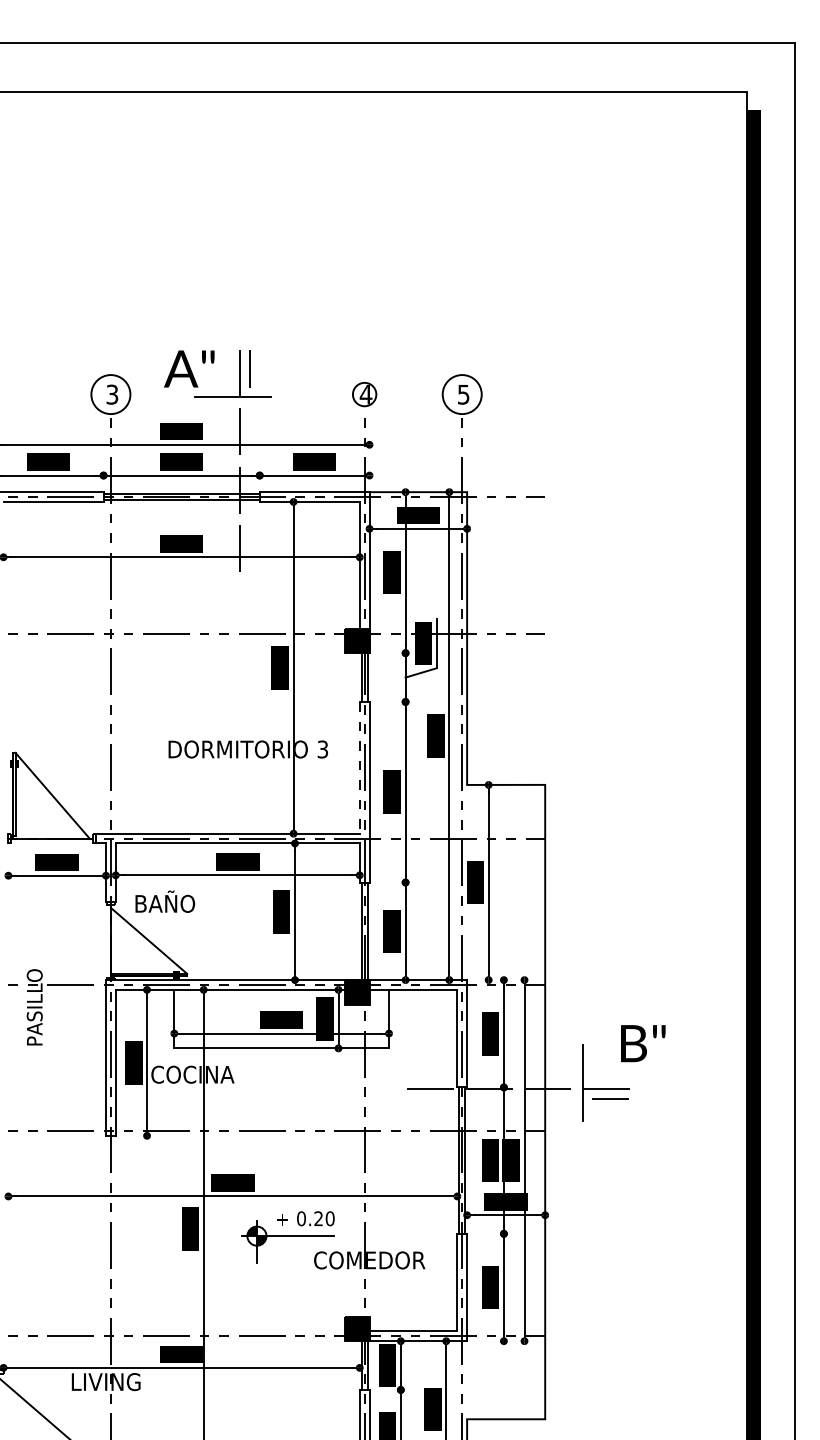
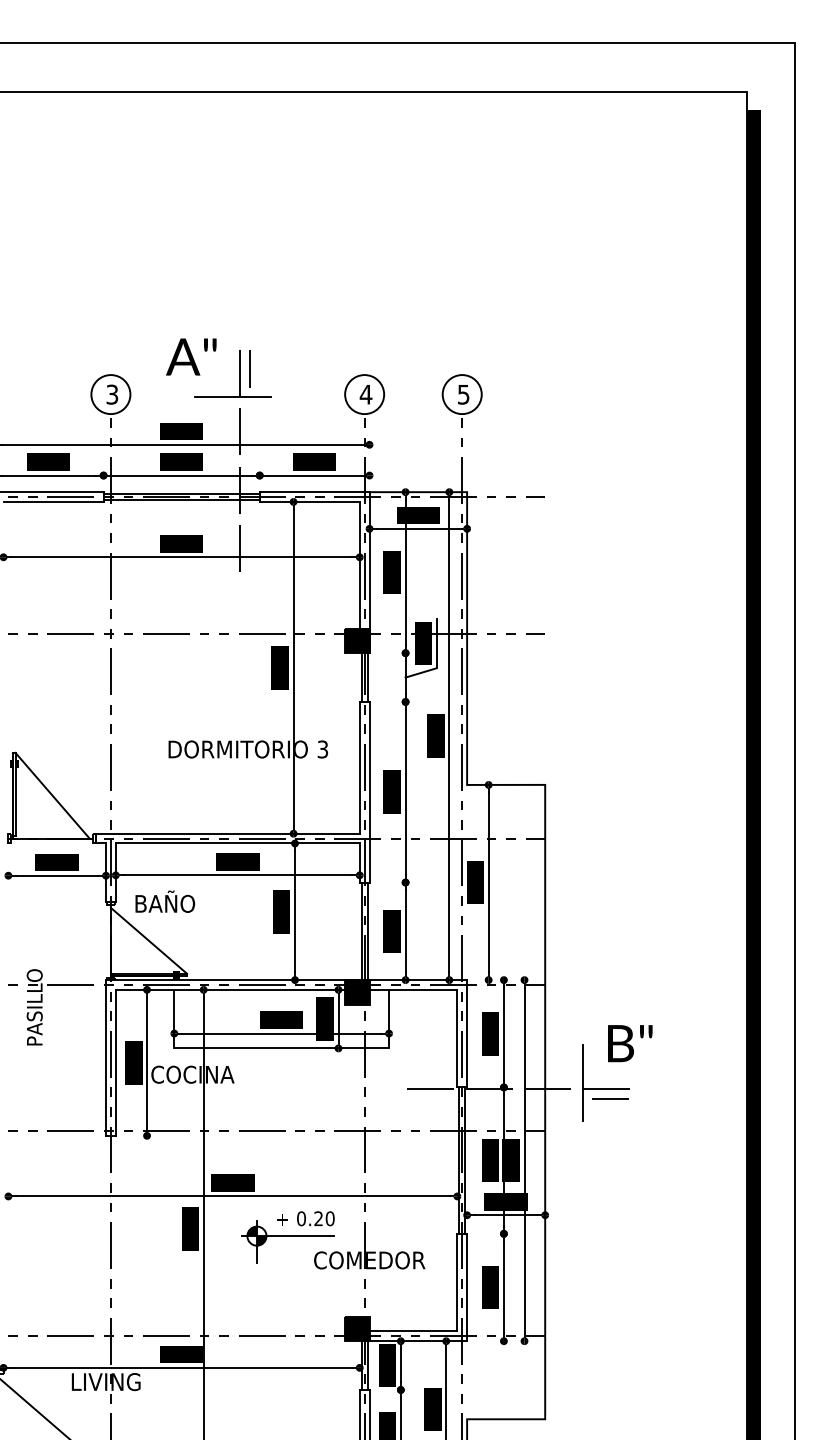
text at (189, 368) position: (189, 368) -> (191, 356)
circle at (364, 394) diameter: 23 px -> 39 px
line at (359, 767): dashed -> solid
text at (643, 1043) position: (643, 1043) -> (630, 1043)
